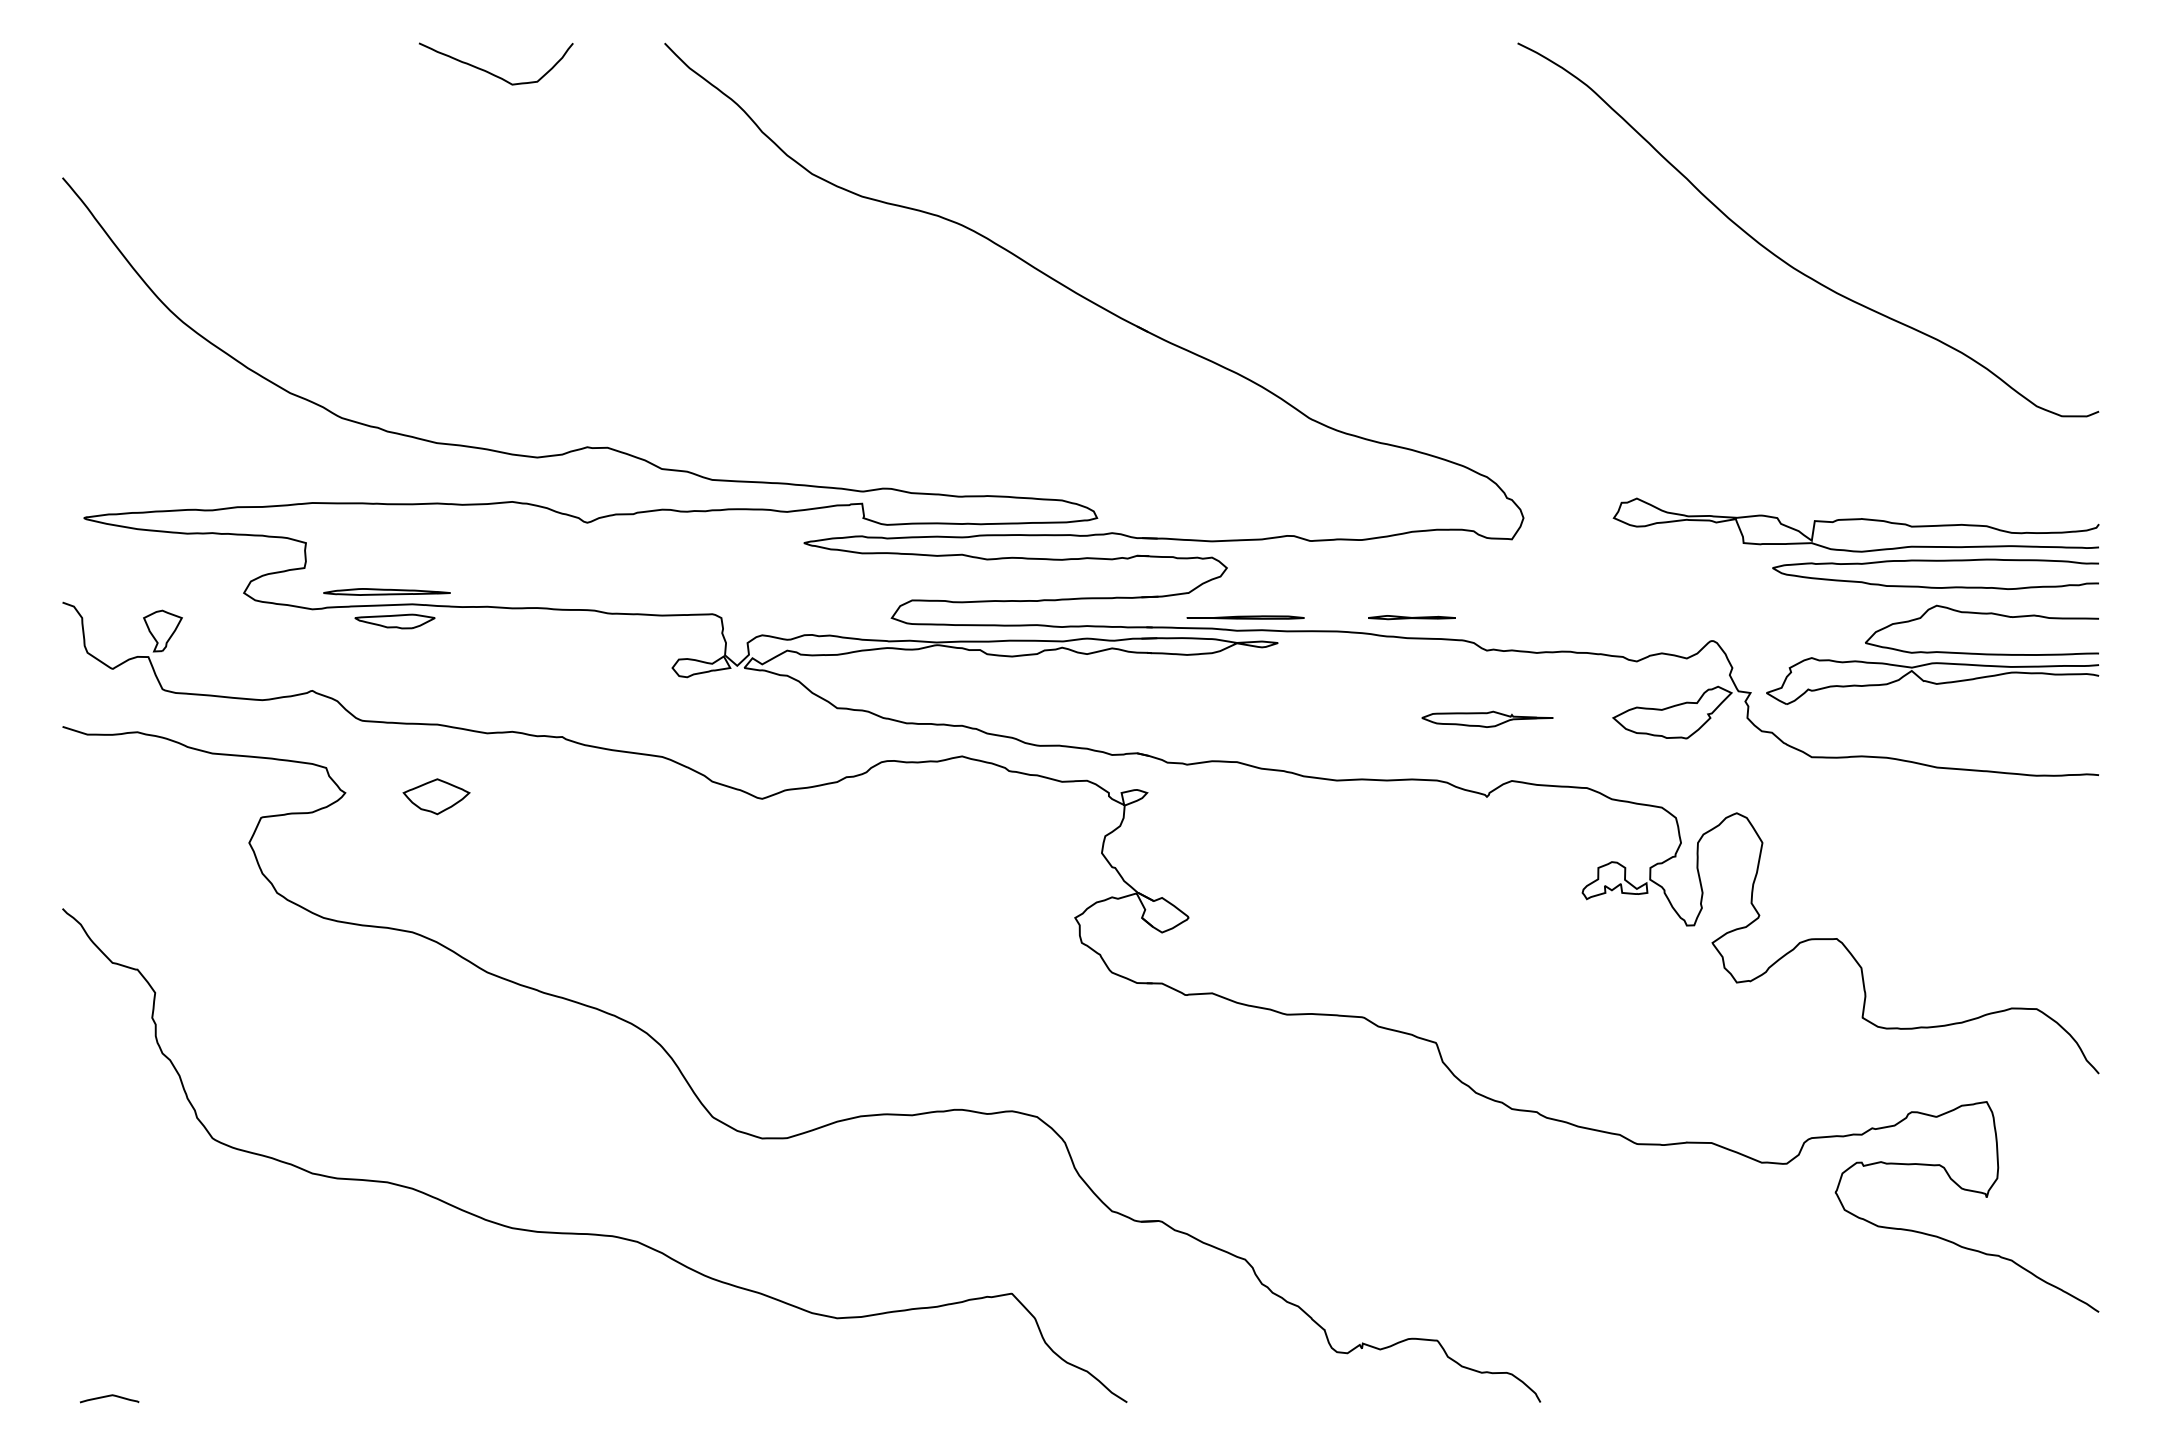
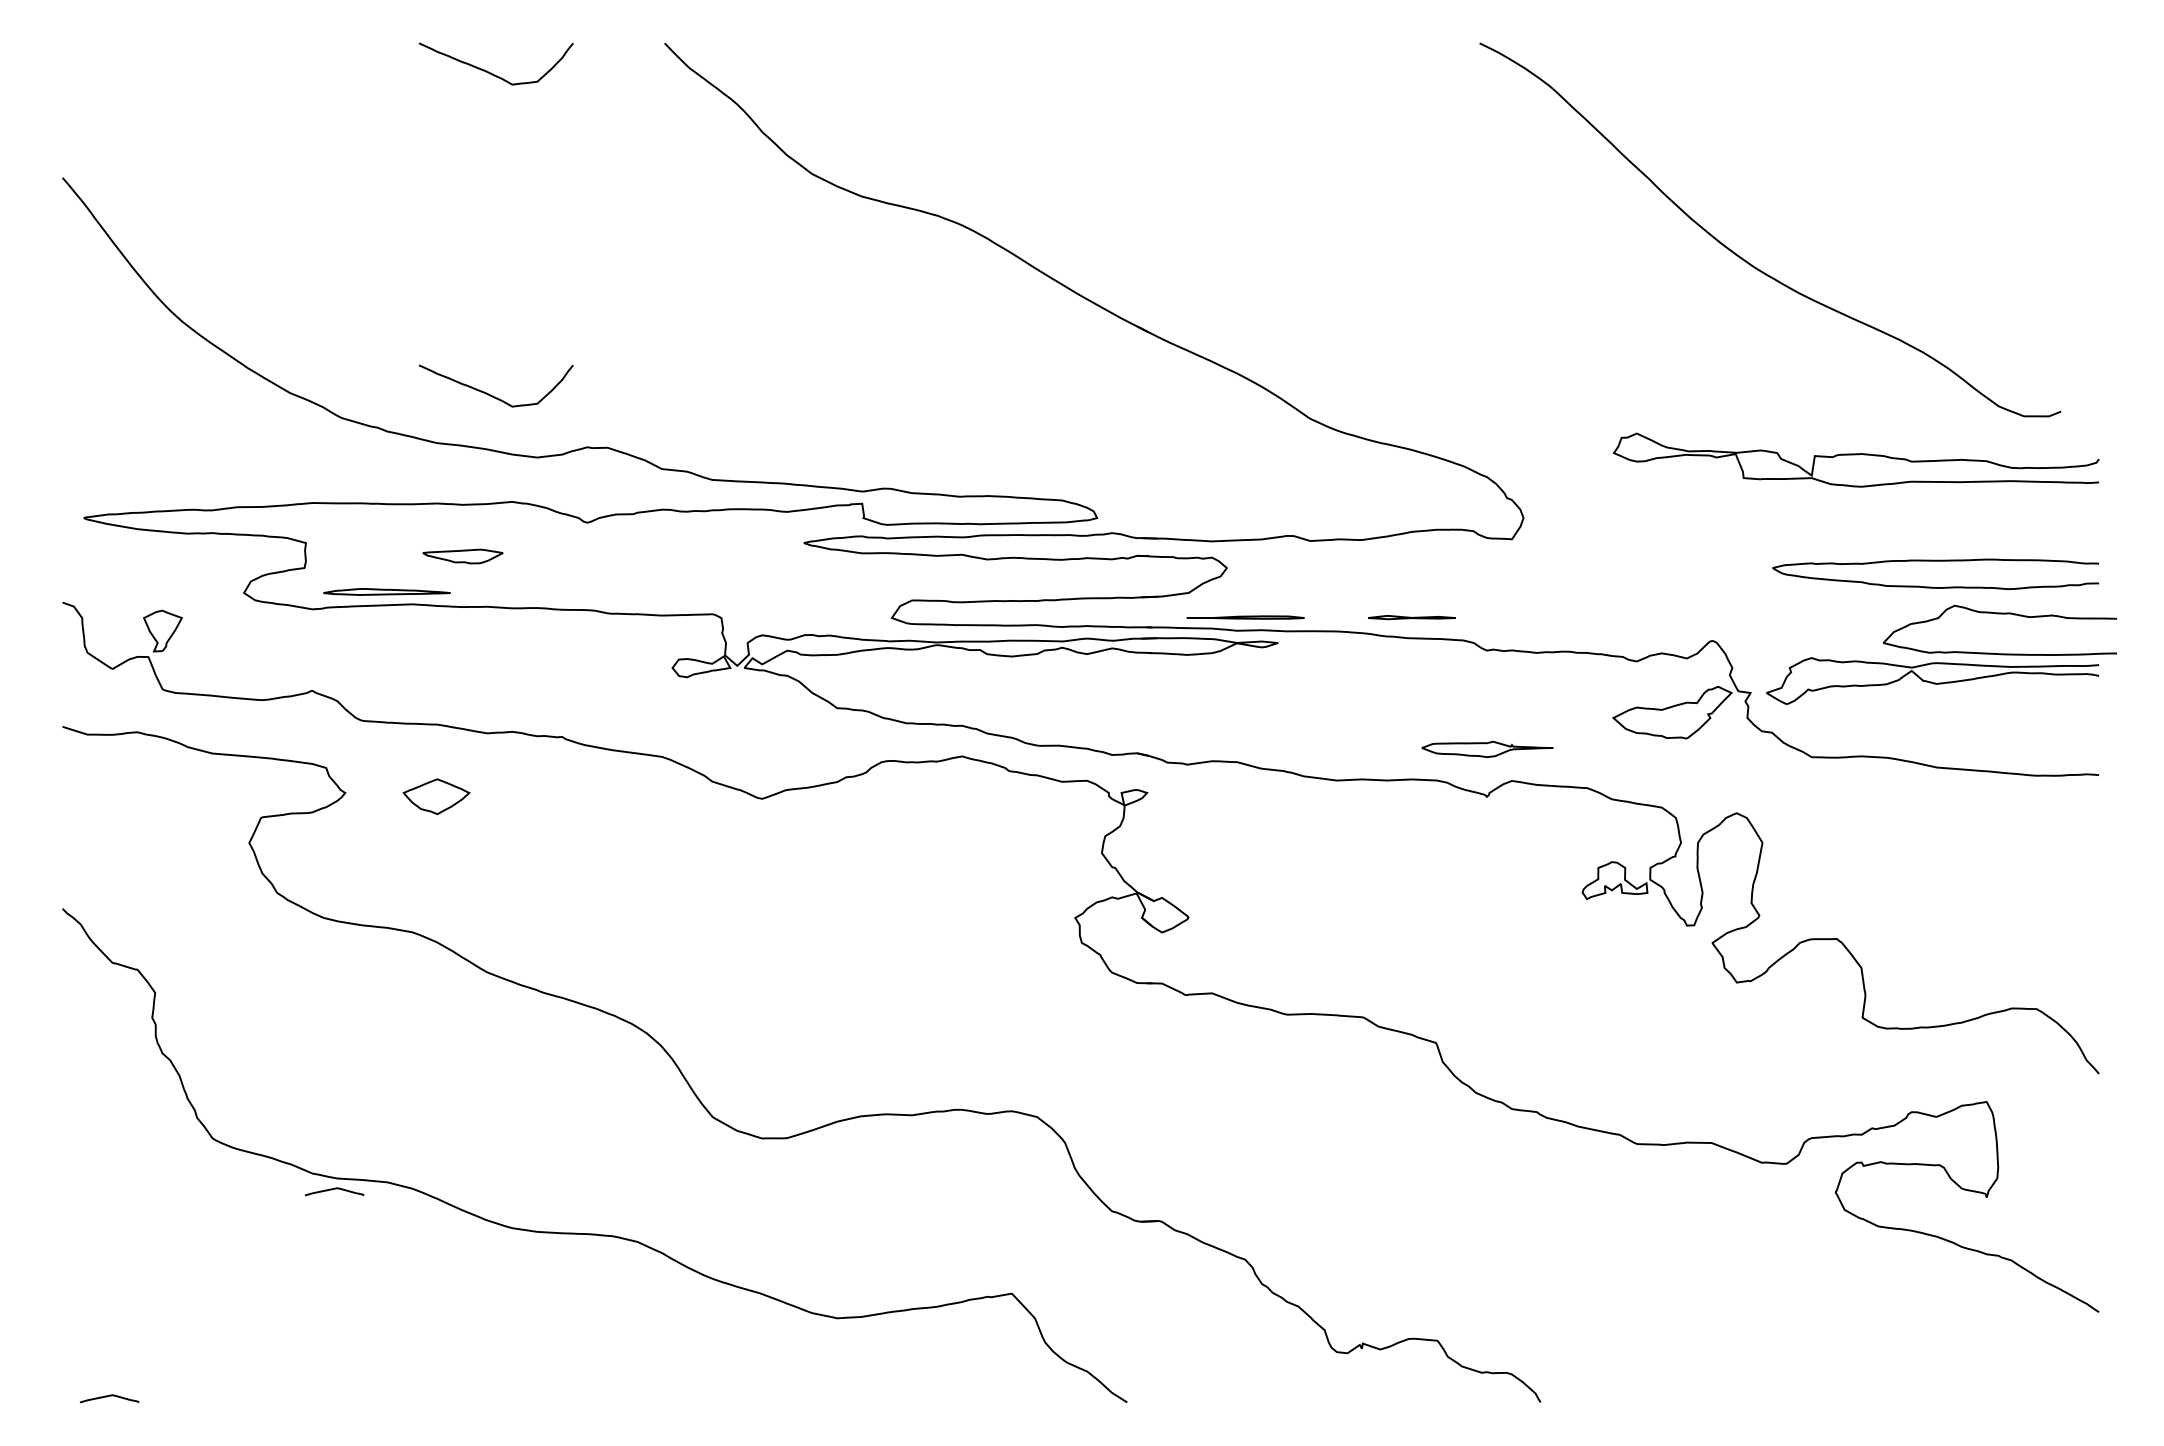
curve at (1787, 262) position: (1787, 262) -> (1749, 262)
curve at (493, 395): none -> present
curve at (1855, 520) position: (1855, 520) -> (1855, 455)
curve at (1981, 614) position: (1981, 614) -> (1999, 614)
part at (394, 621) position: (394, 621) -> (462, 556)
part at (1487, 718) position: (1487, 718) -> (1487, 748)
curve at (334, 1189): none -> present
